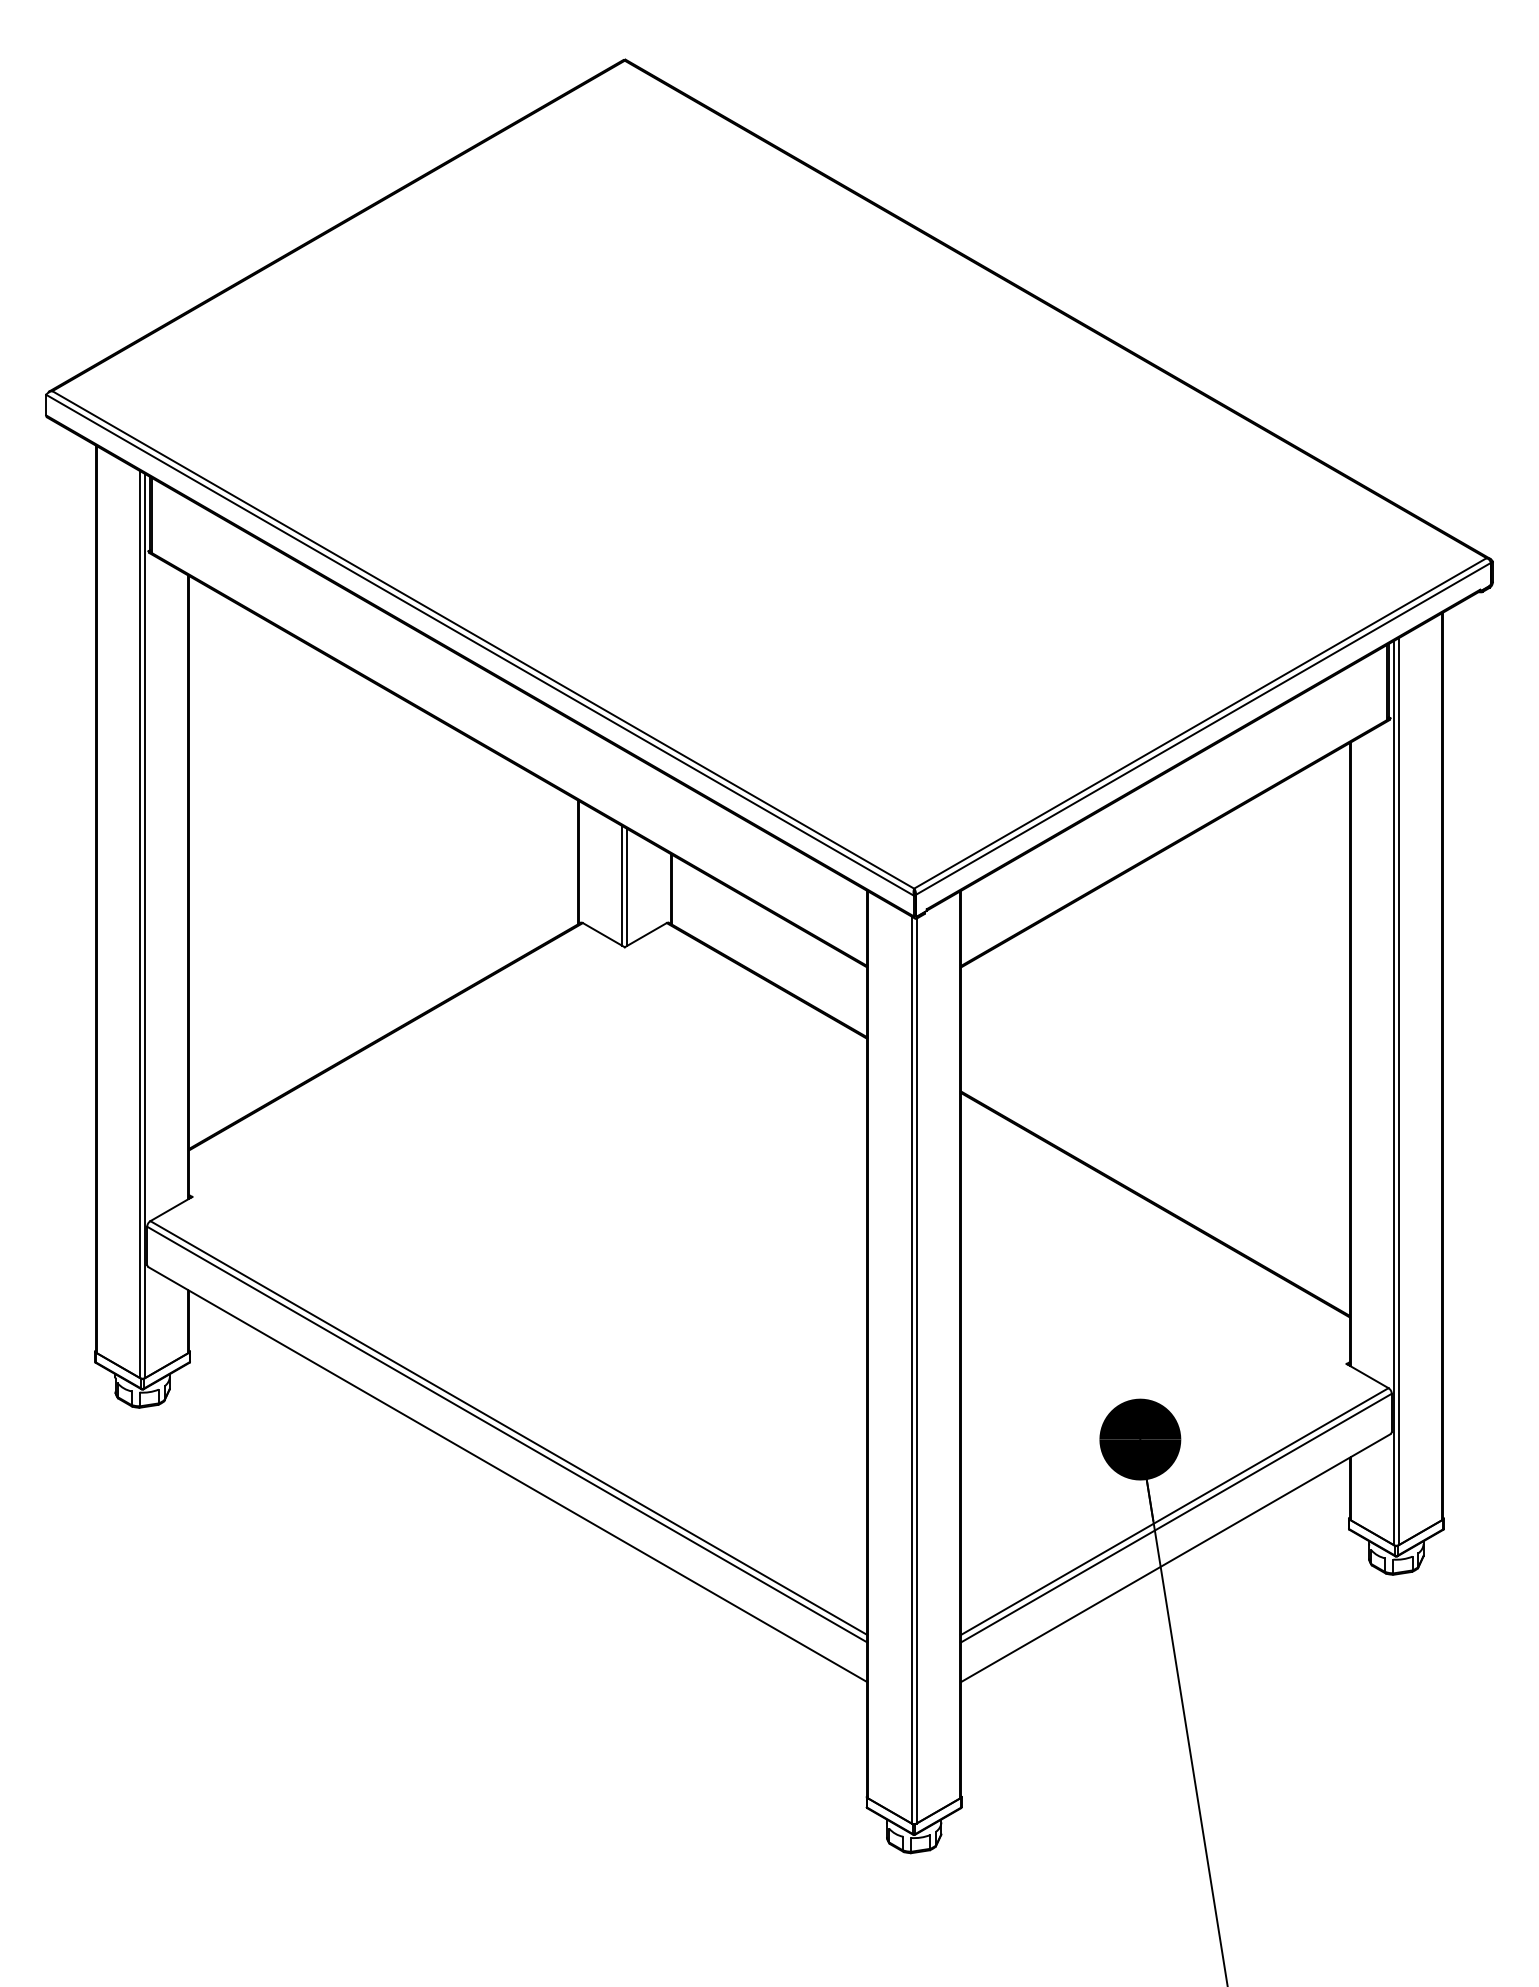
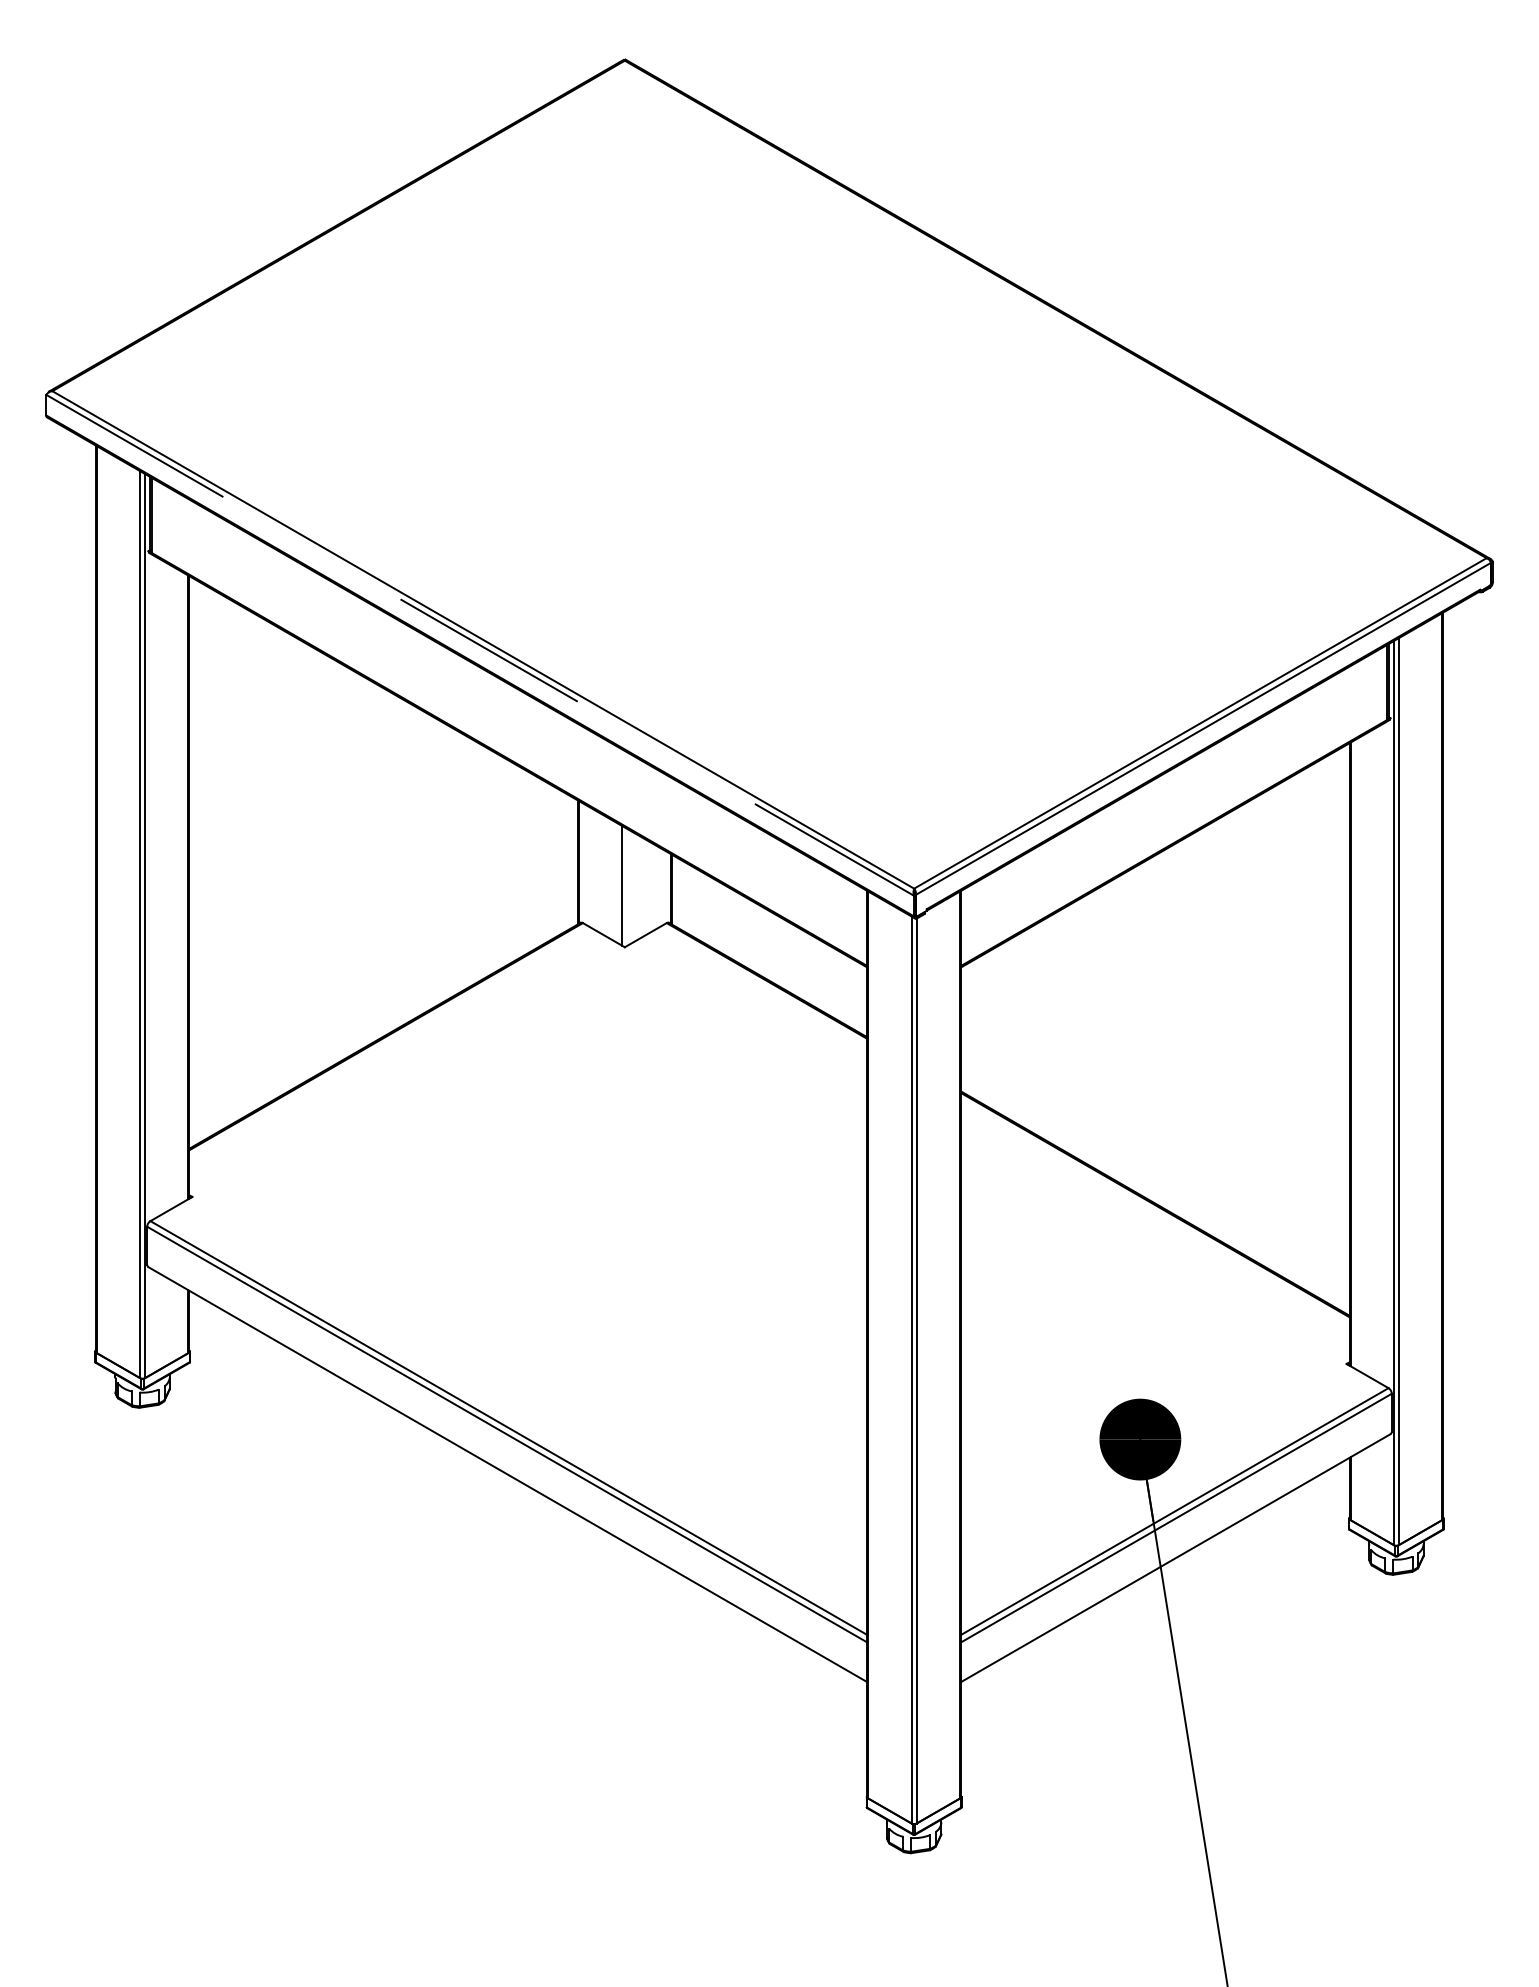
line at (480, 645): solid -> dashed
line at (627, 886): present -> none
